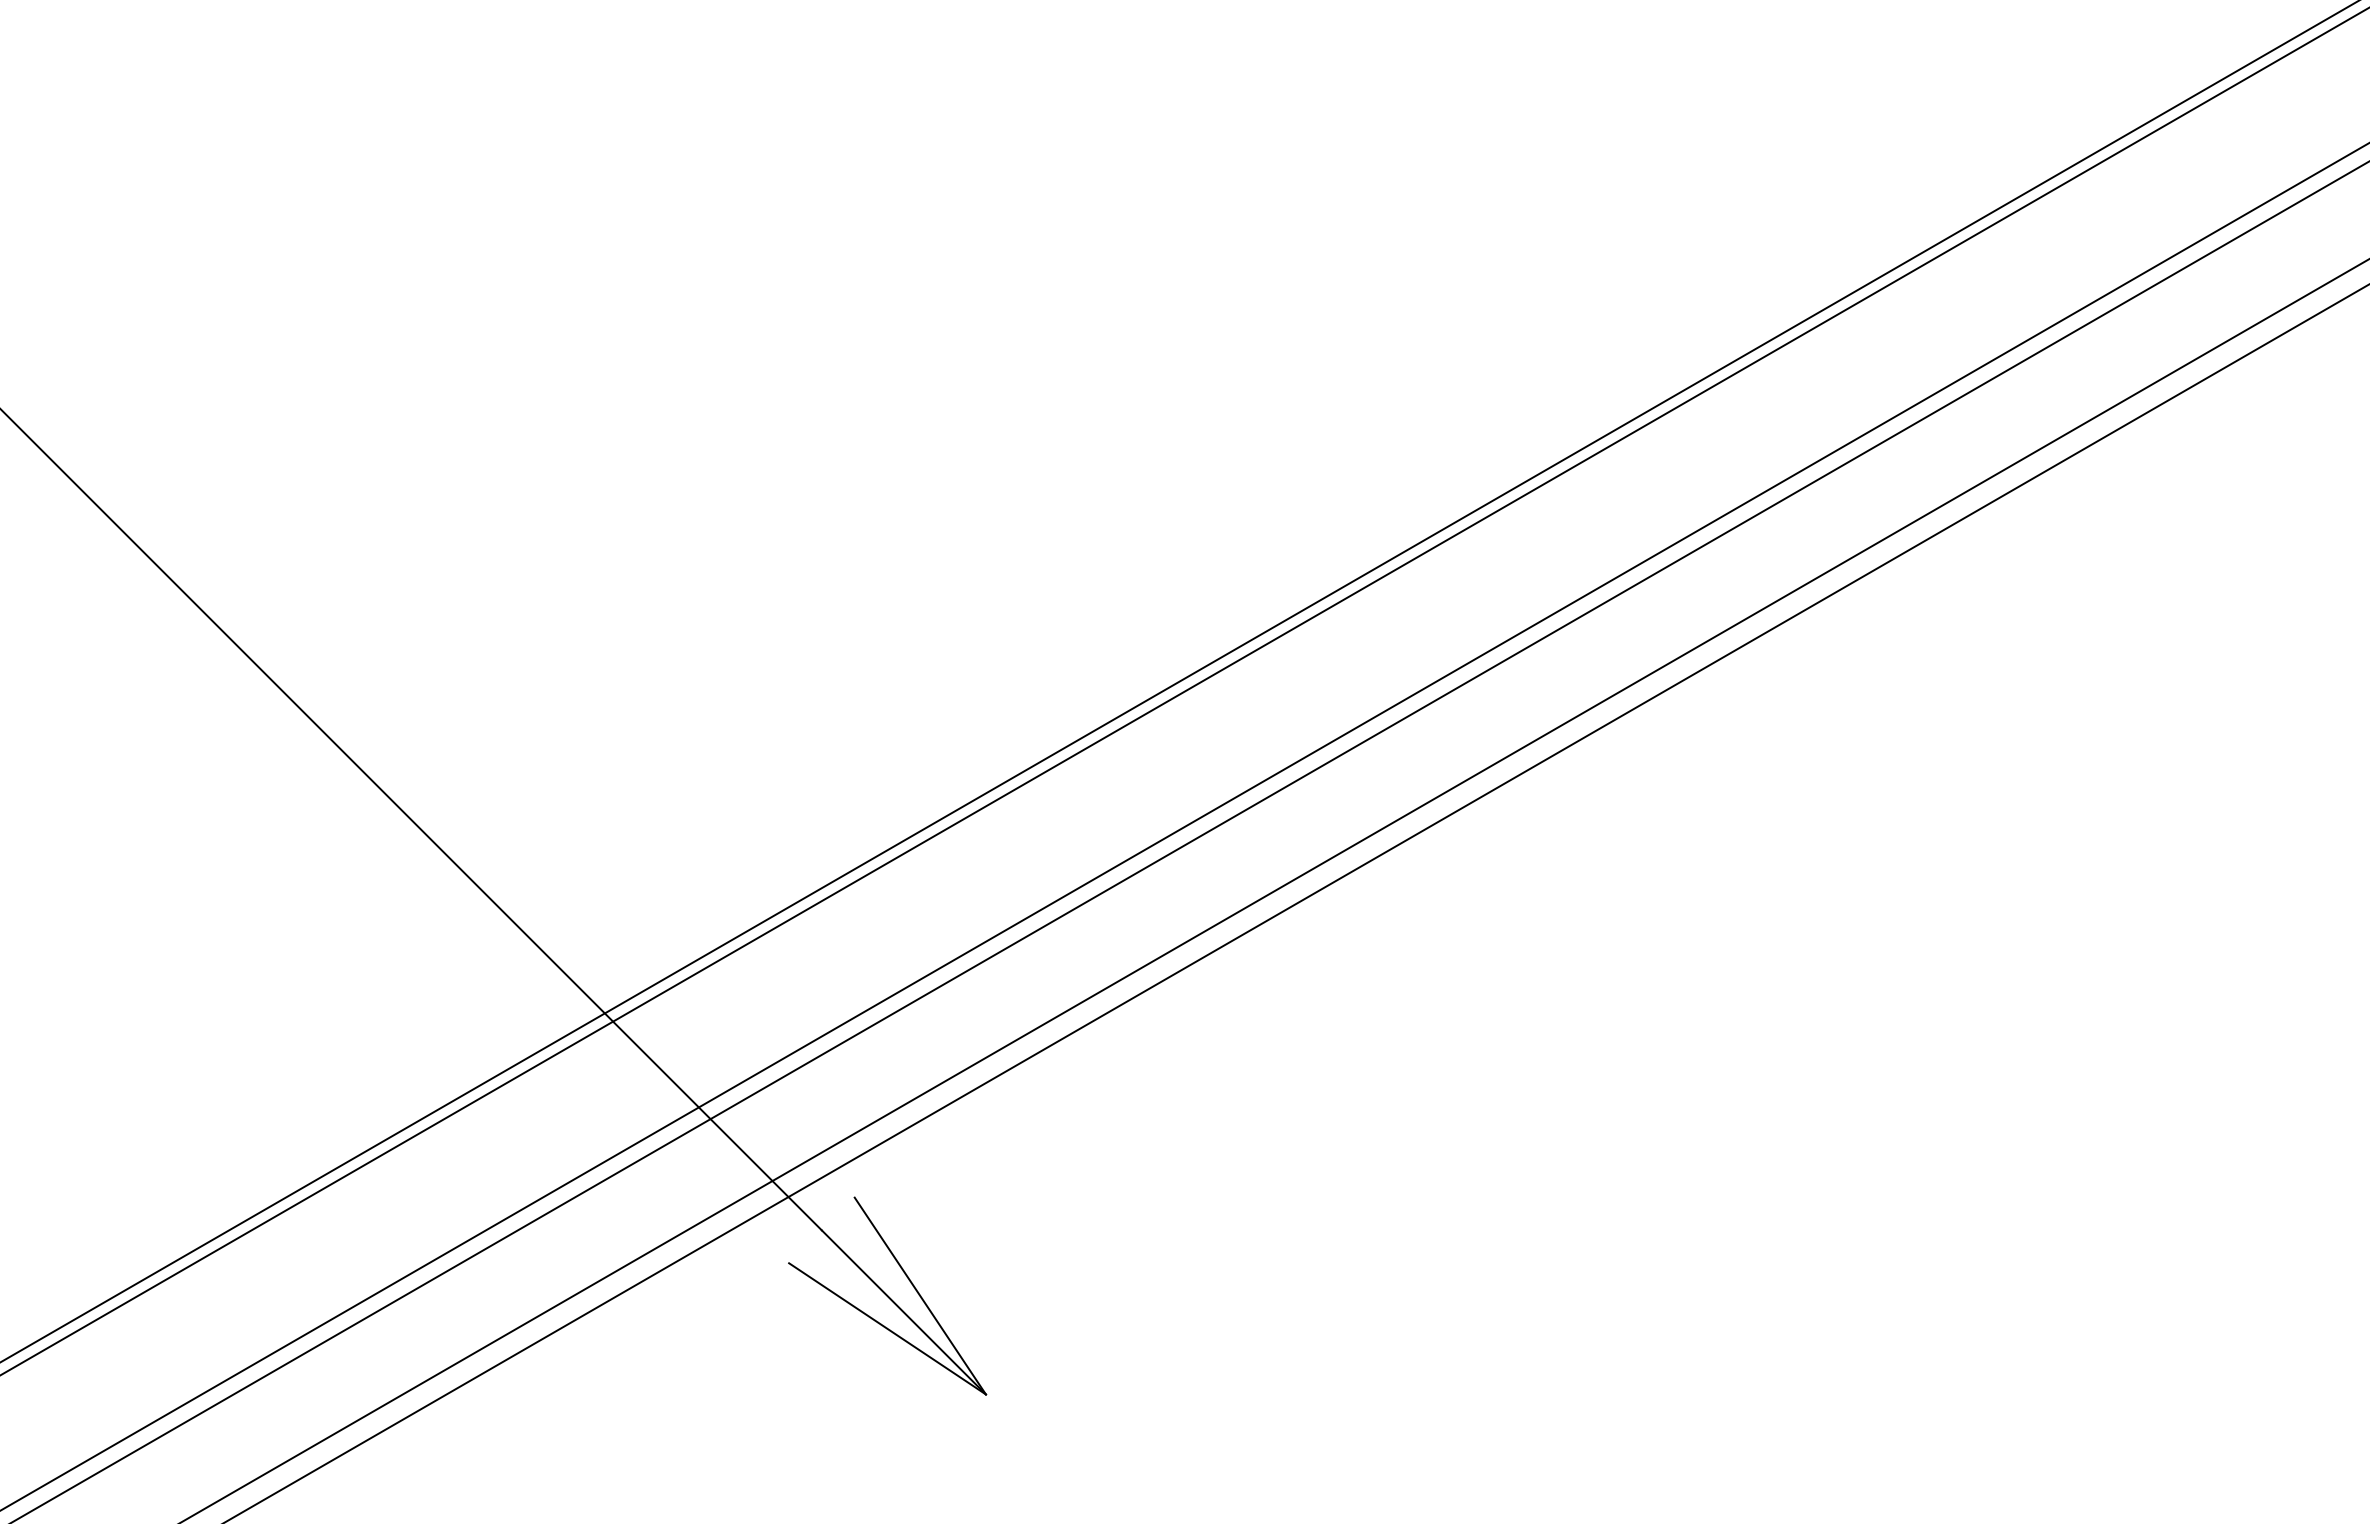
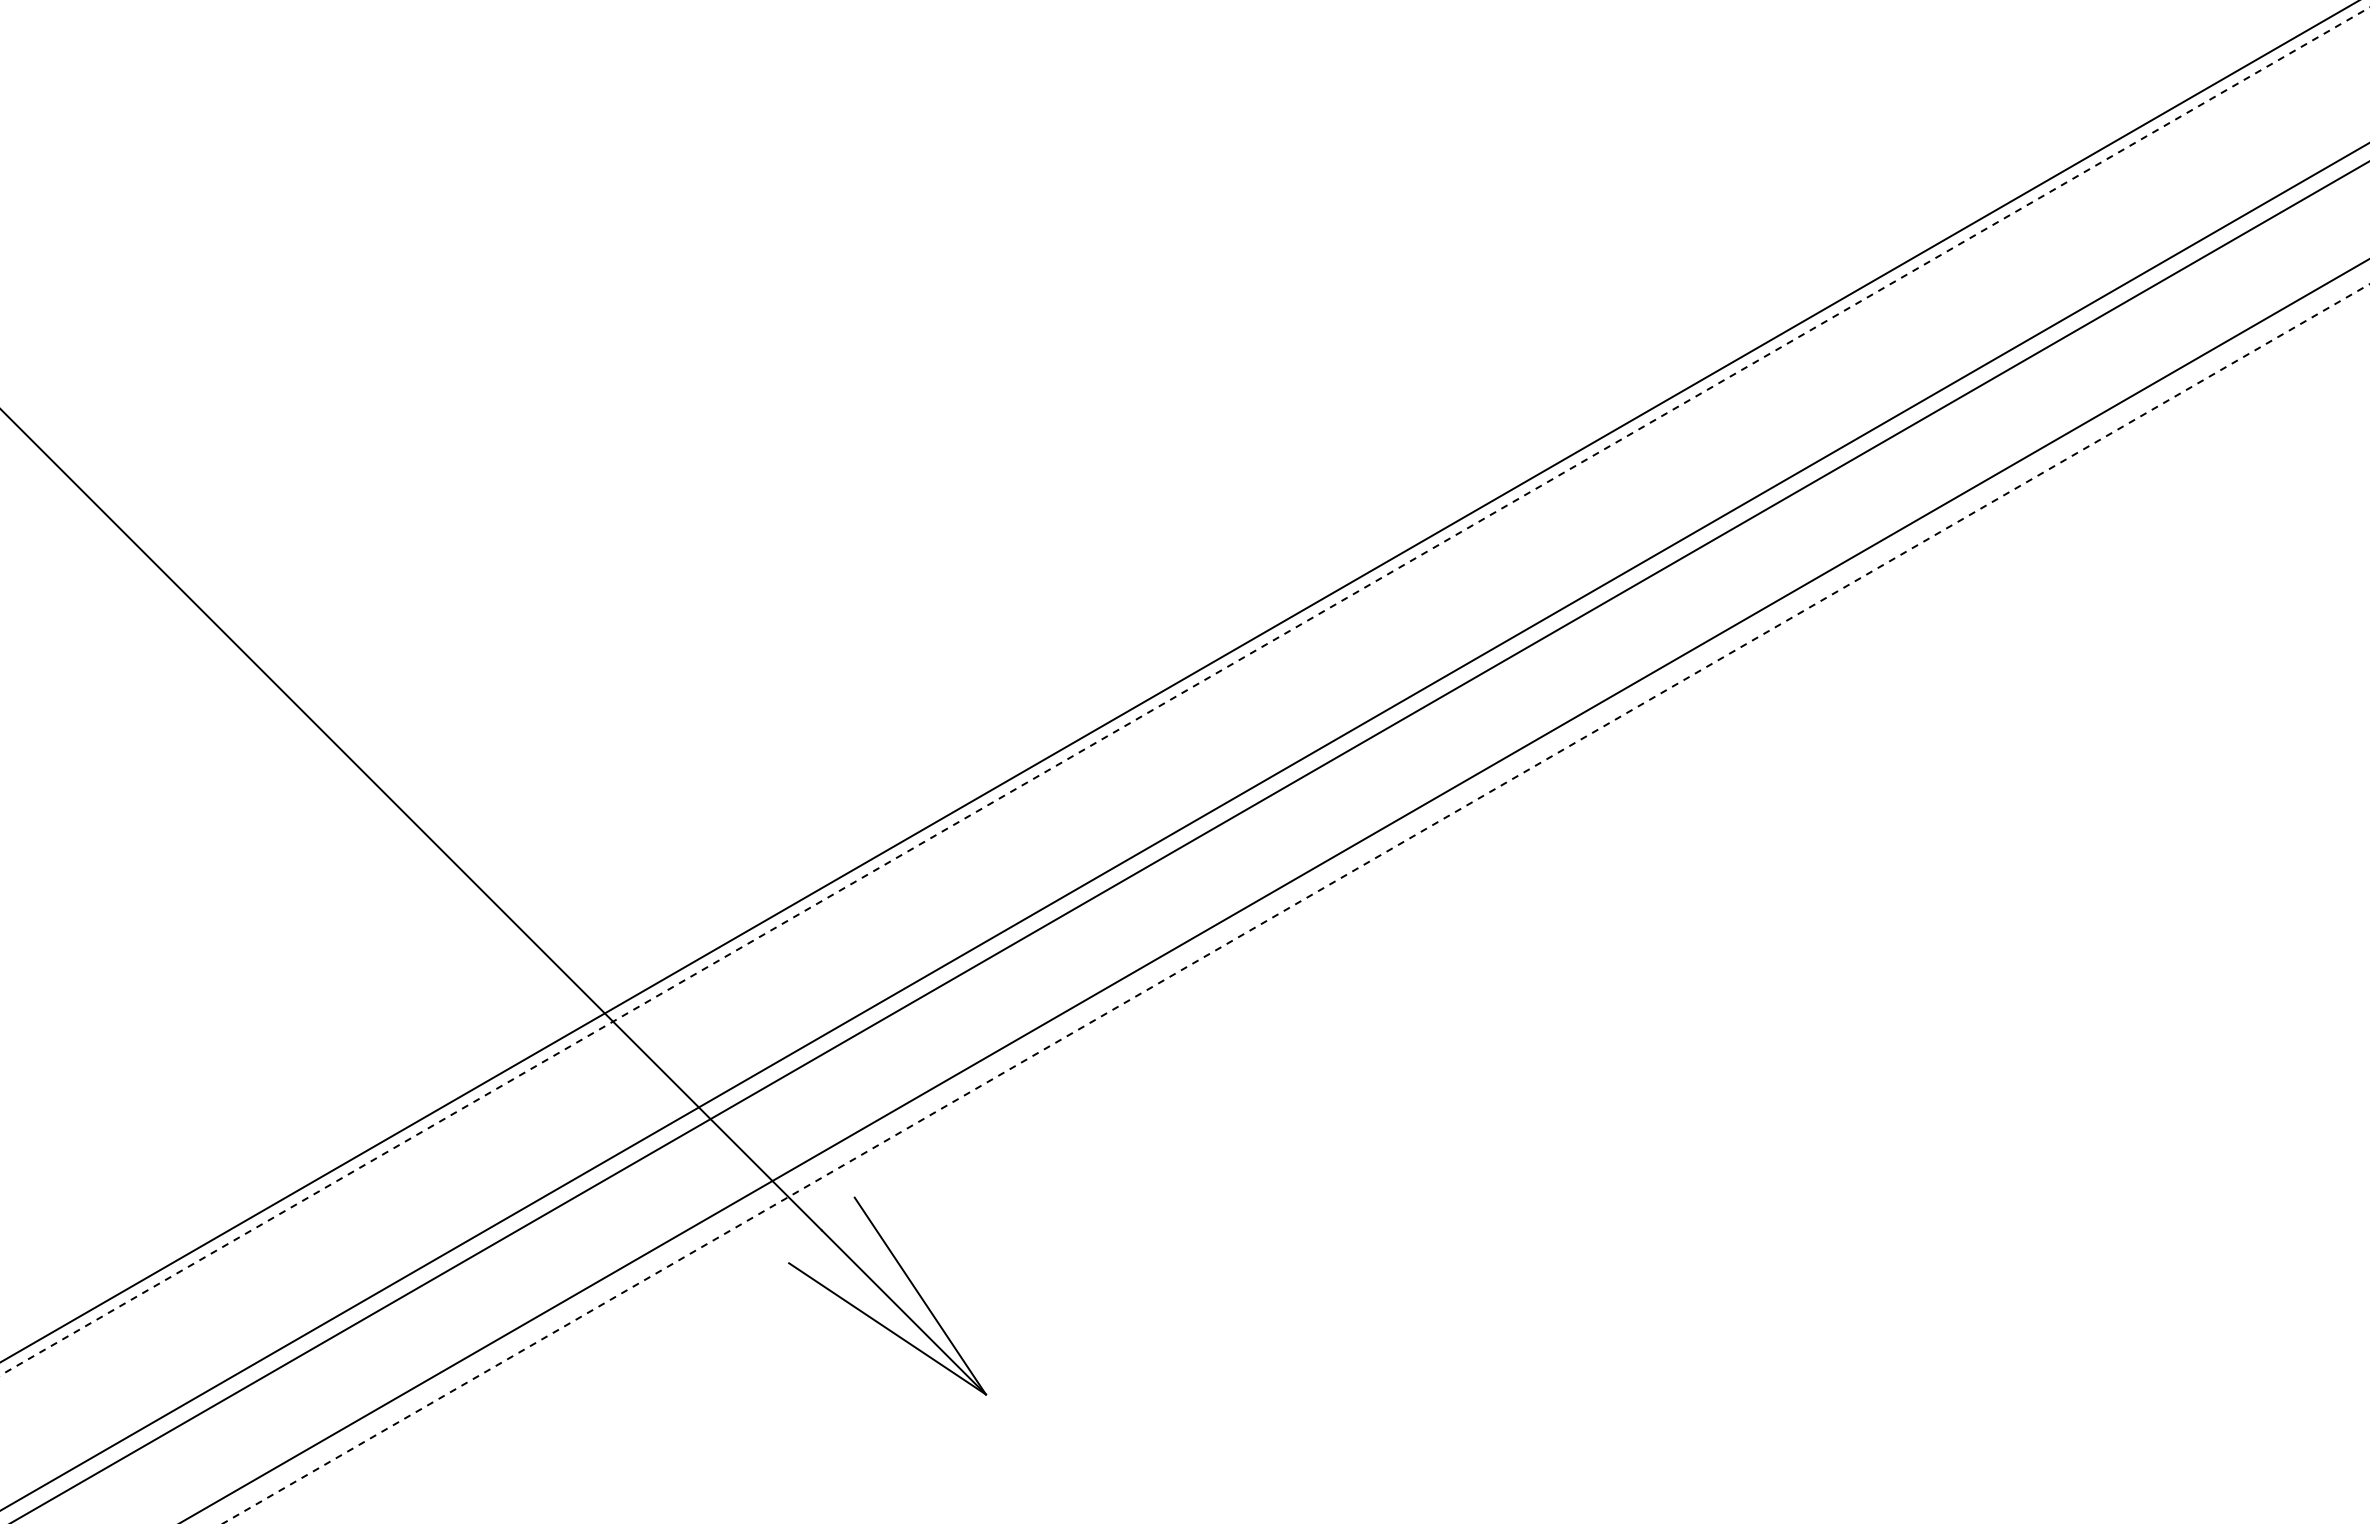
line at (1184, 691): solid -> dashed
line at (1295, 904): solid -> dashed
